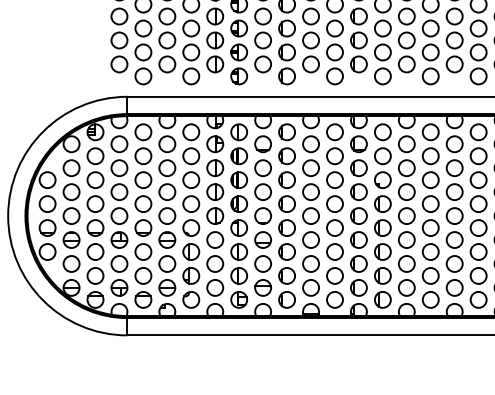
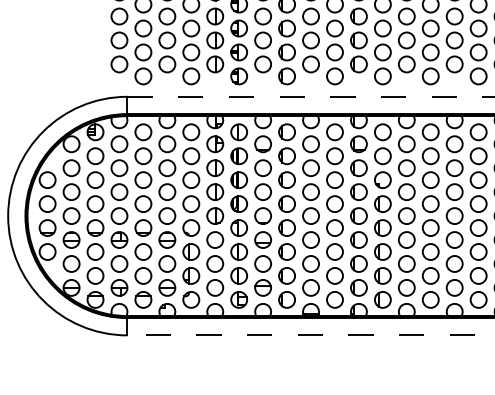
line at (311, 96): solid -> dashed
line at (310, 335): solid -> dashed
